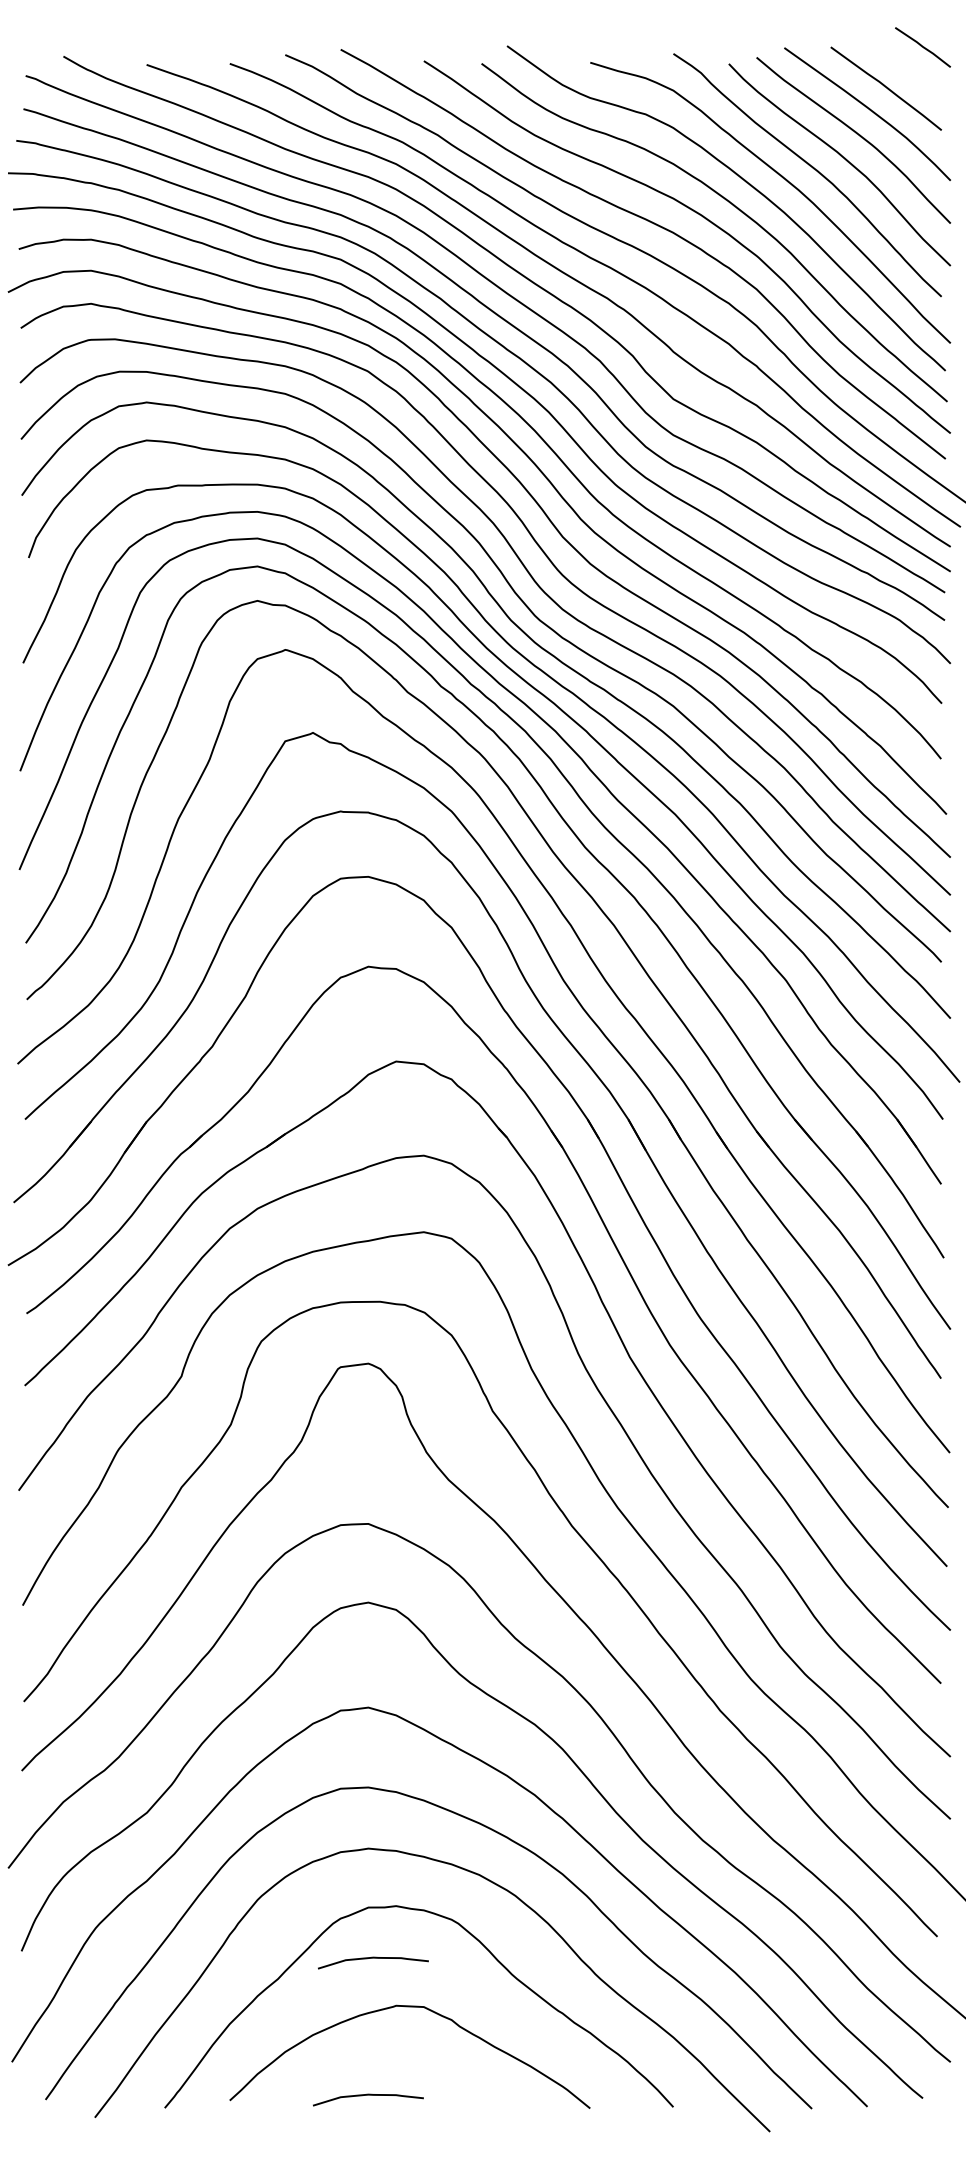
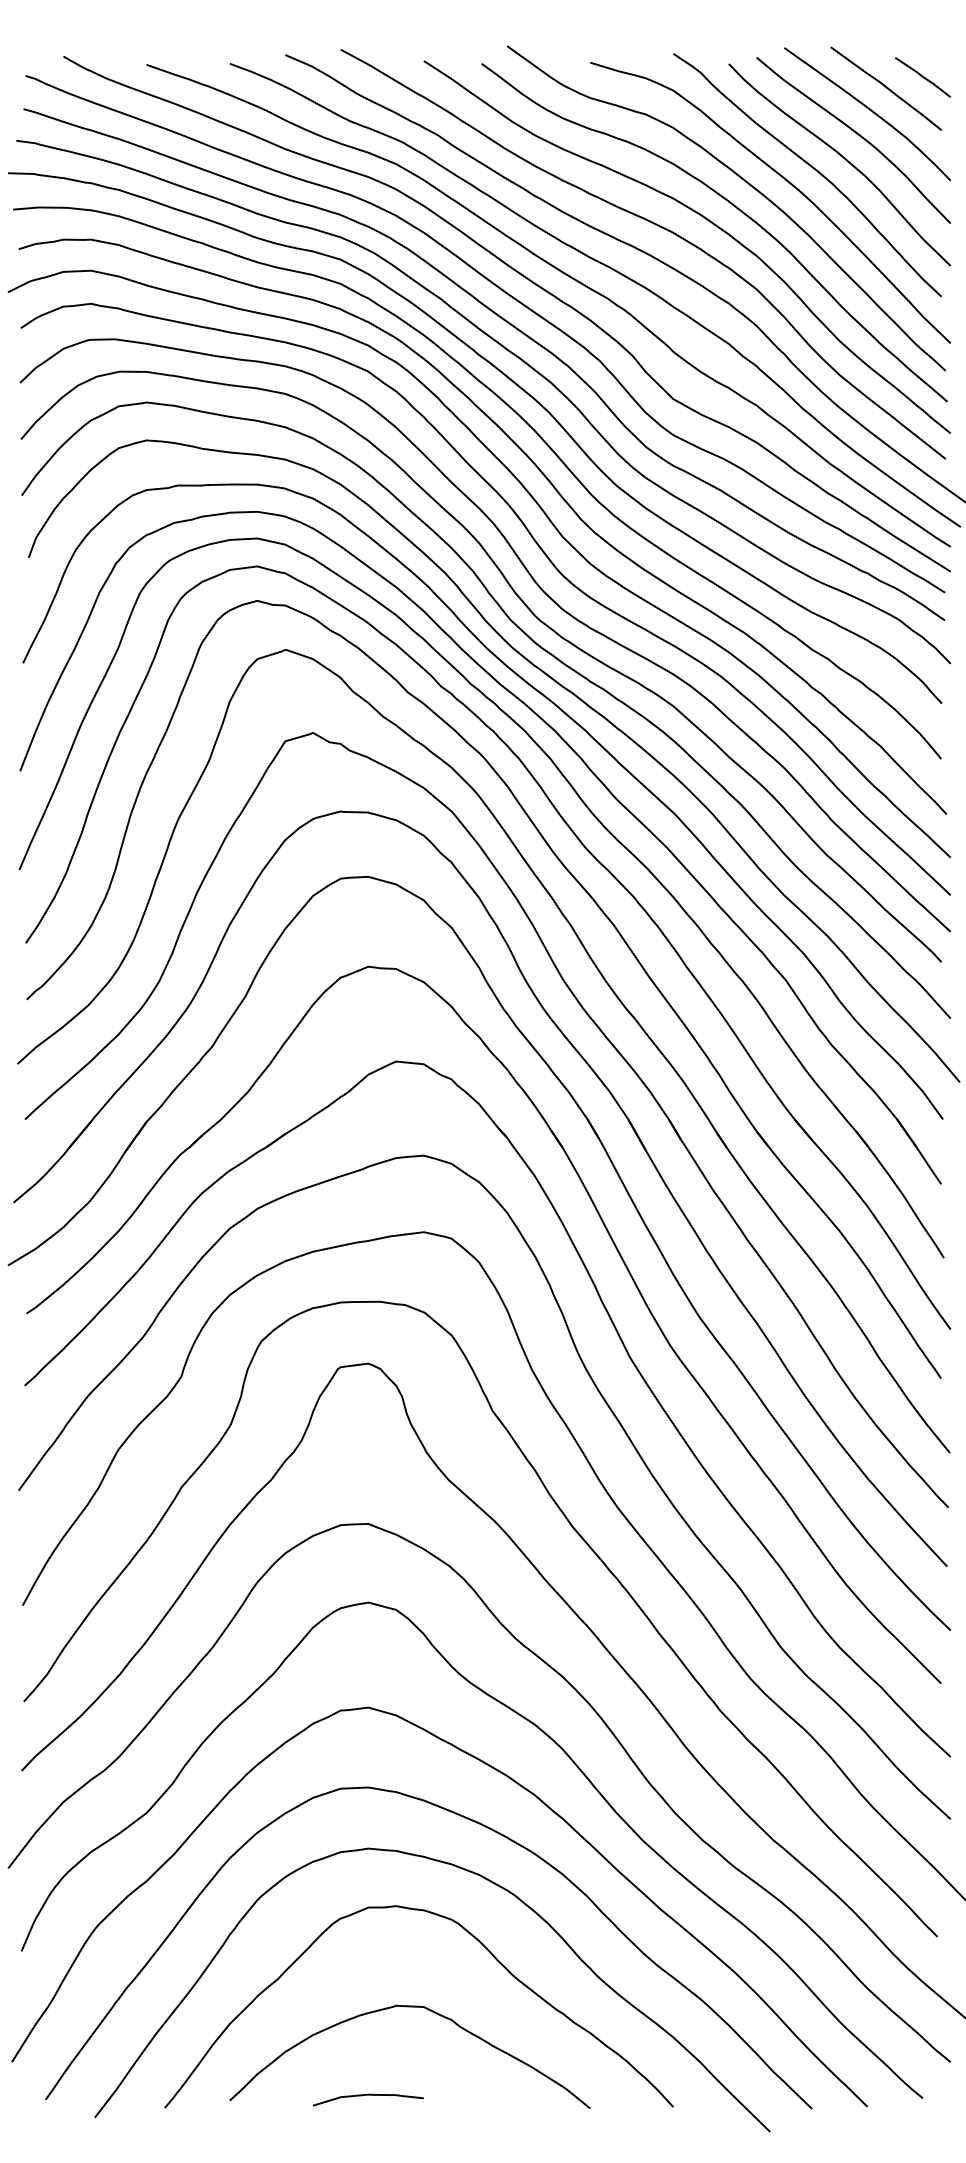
line at (922, 47) position: (922, 47) -> (922, 77)
curve at (373, 1958): present -> none
